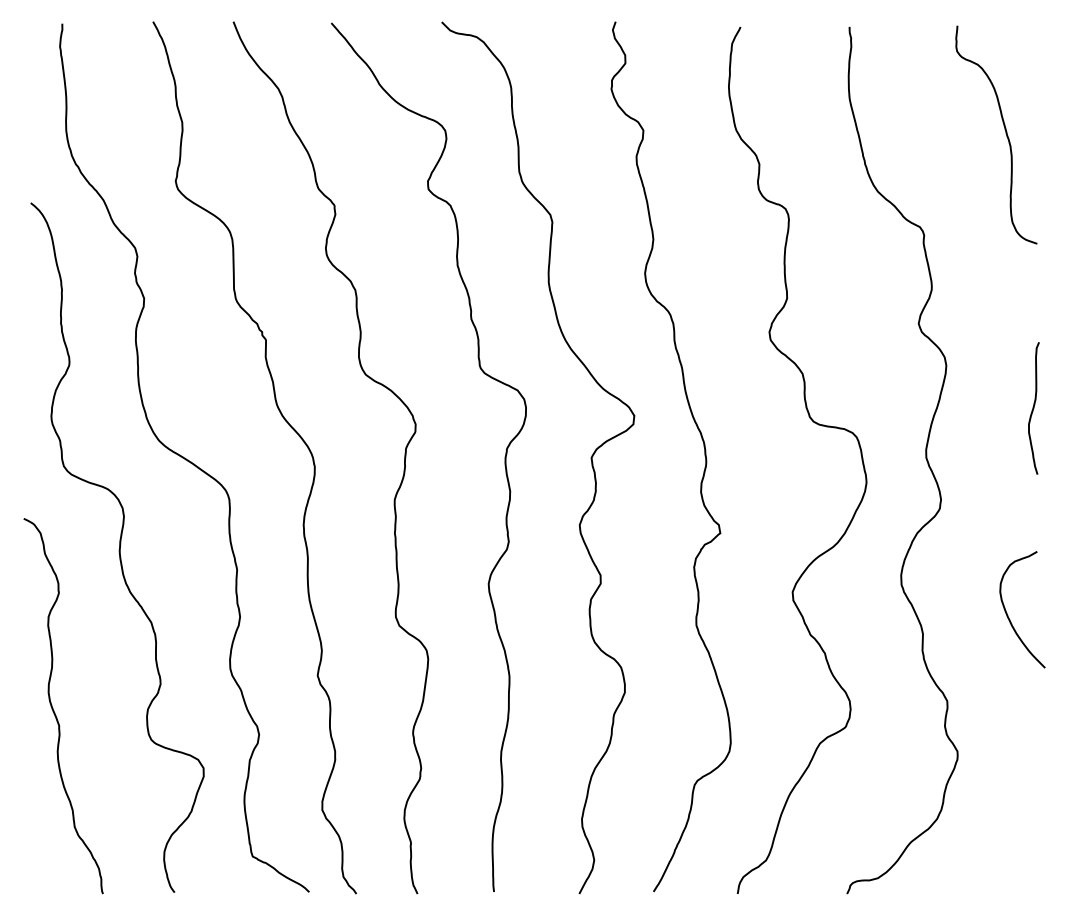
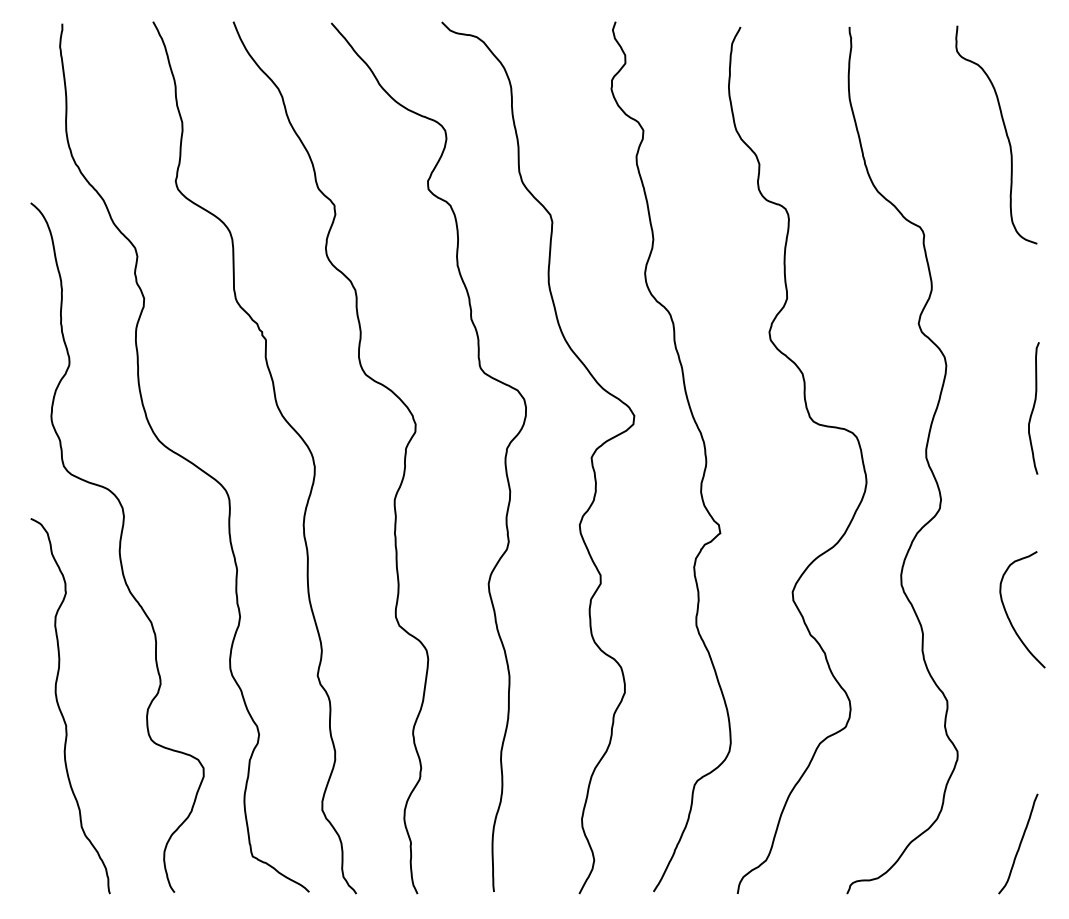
curve at (54, 710) position: (54, 710) -> (61, 710)
curve at (1019, 843): none -> present
